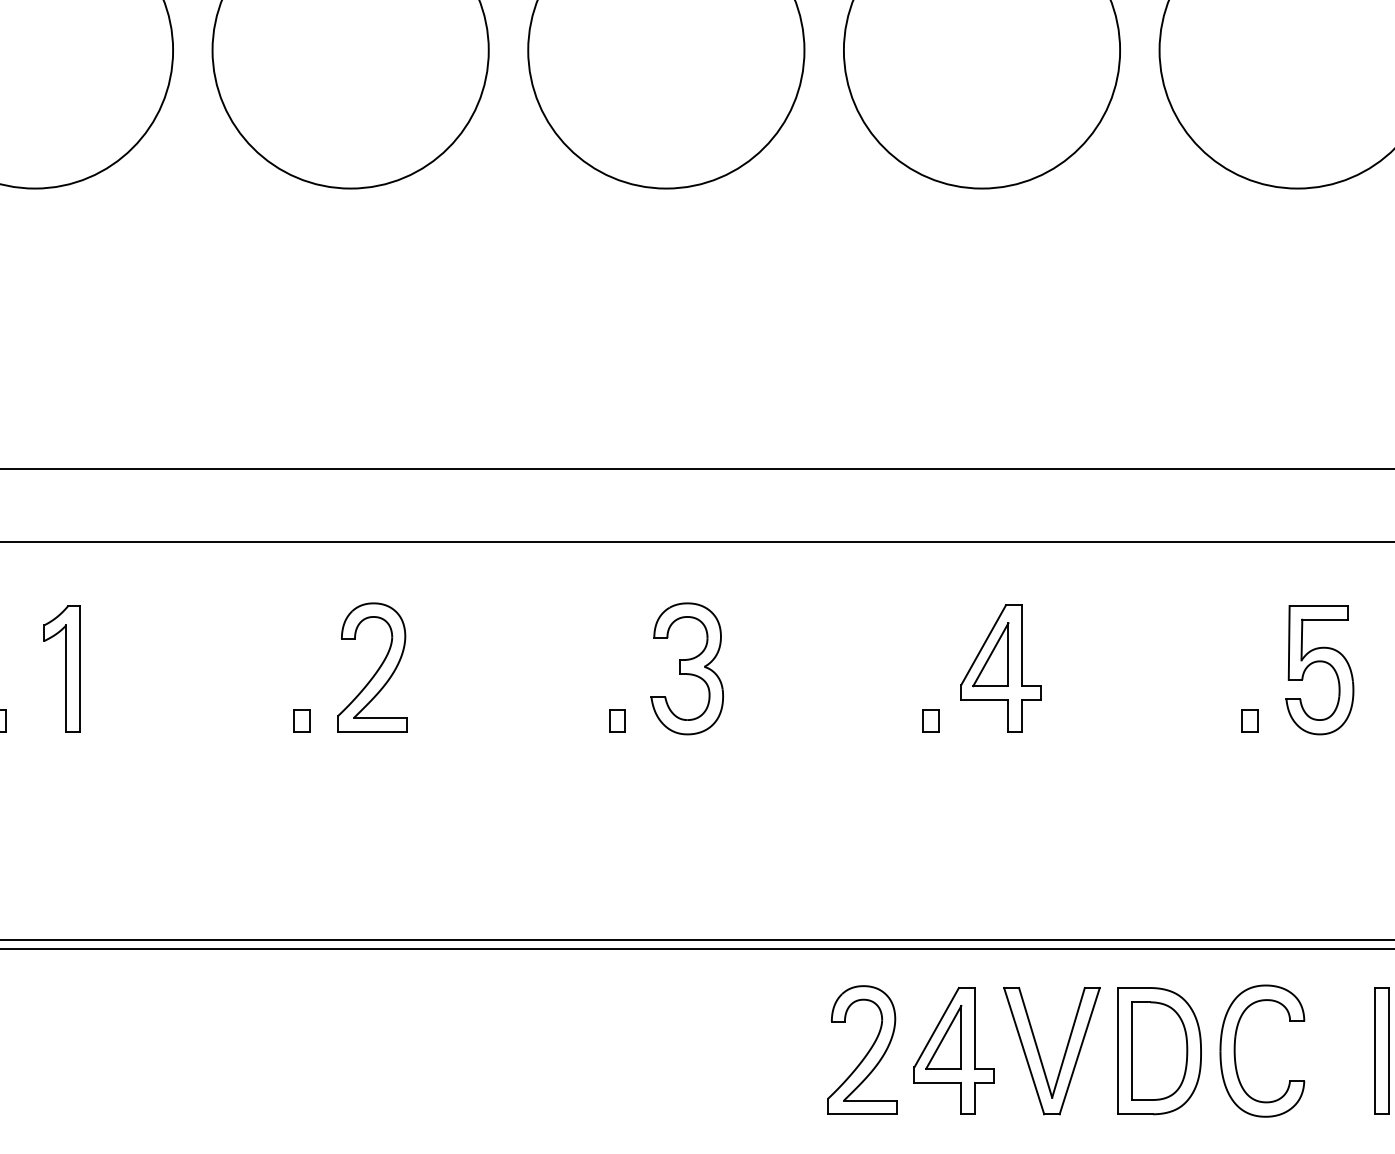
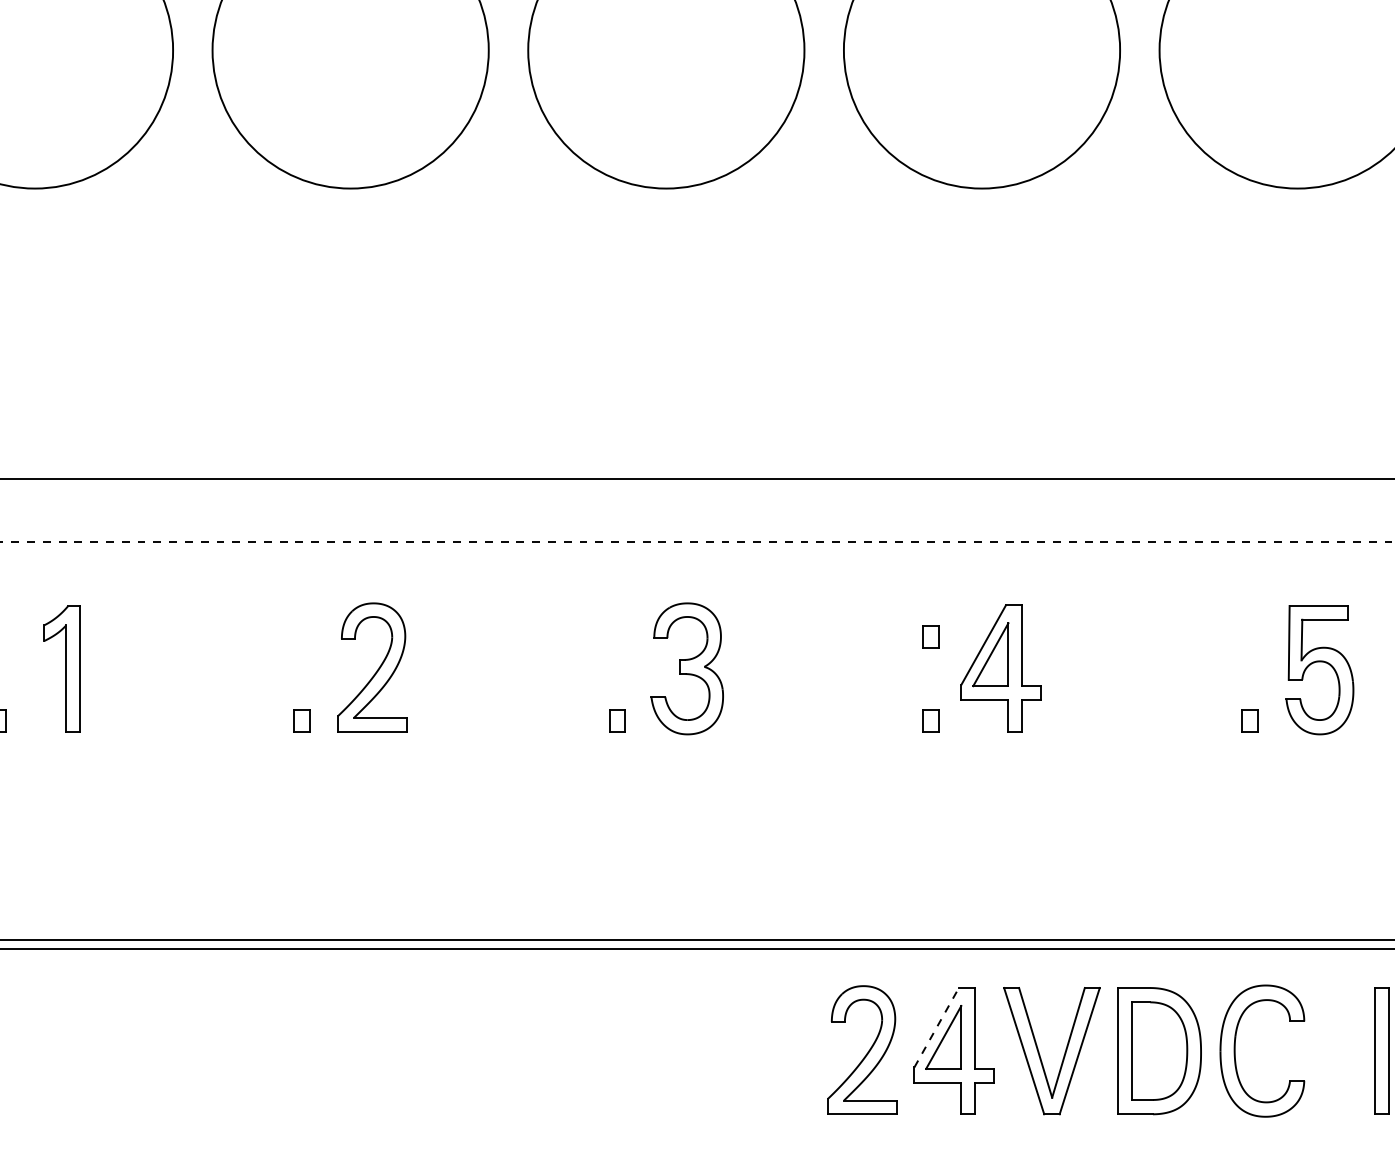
line at (696, 468) position: (696, 468) -> (696, 478)
line at (697, 542): solid -> dashed
part at (930, 636): none -> present
line at (936, 1027): solid -> dashed
